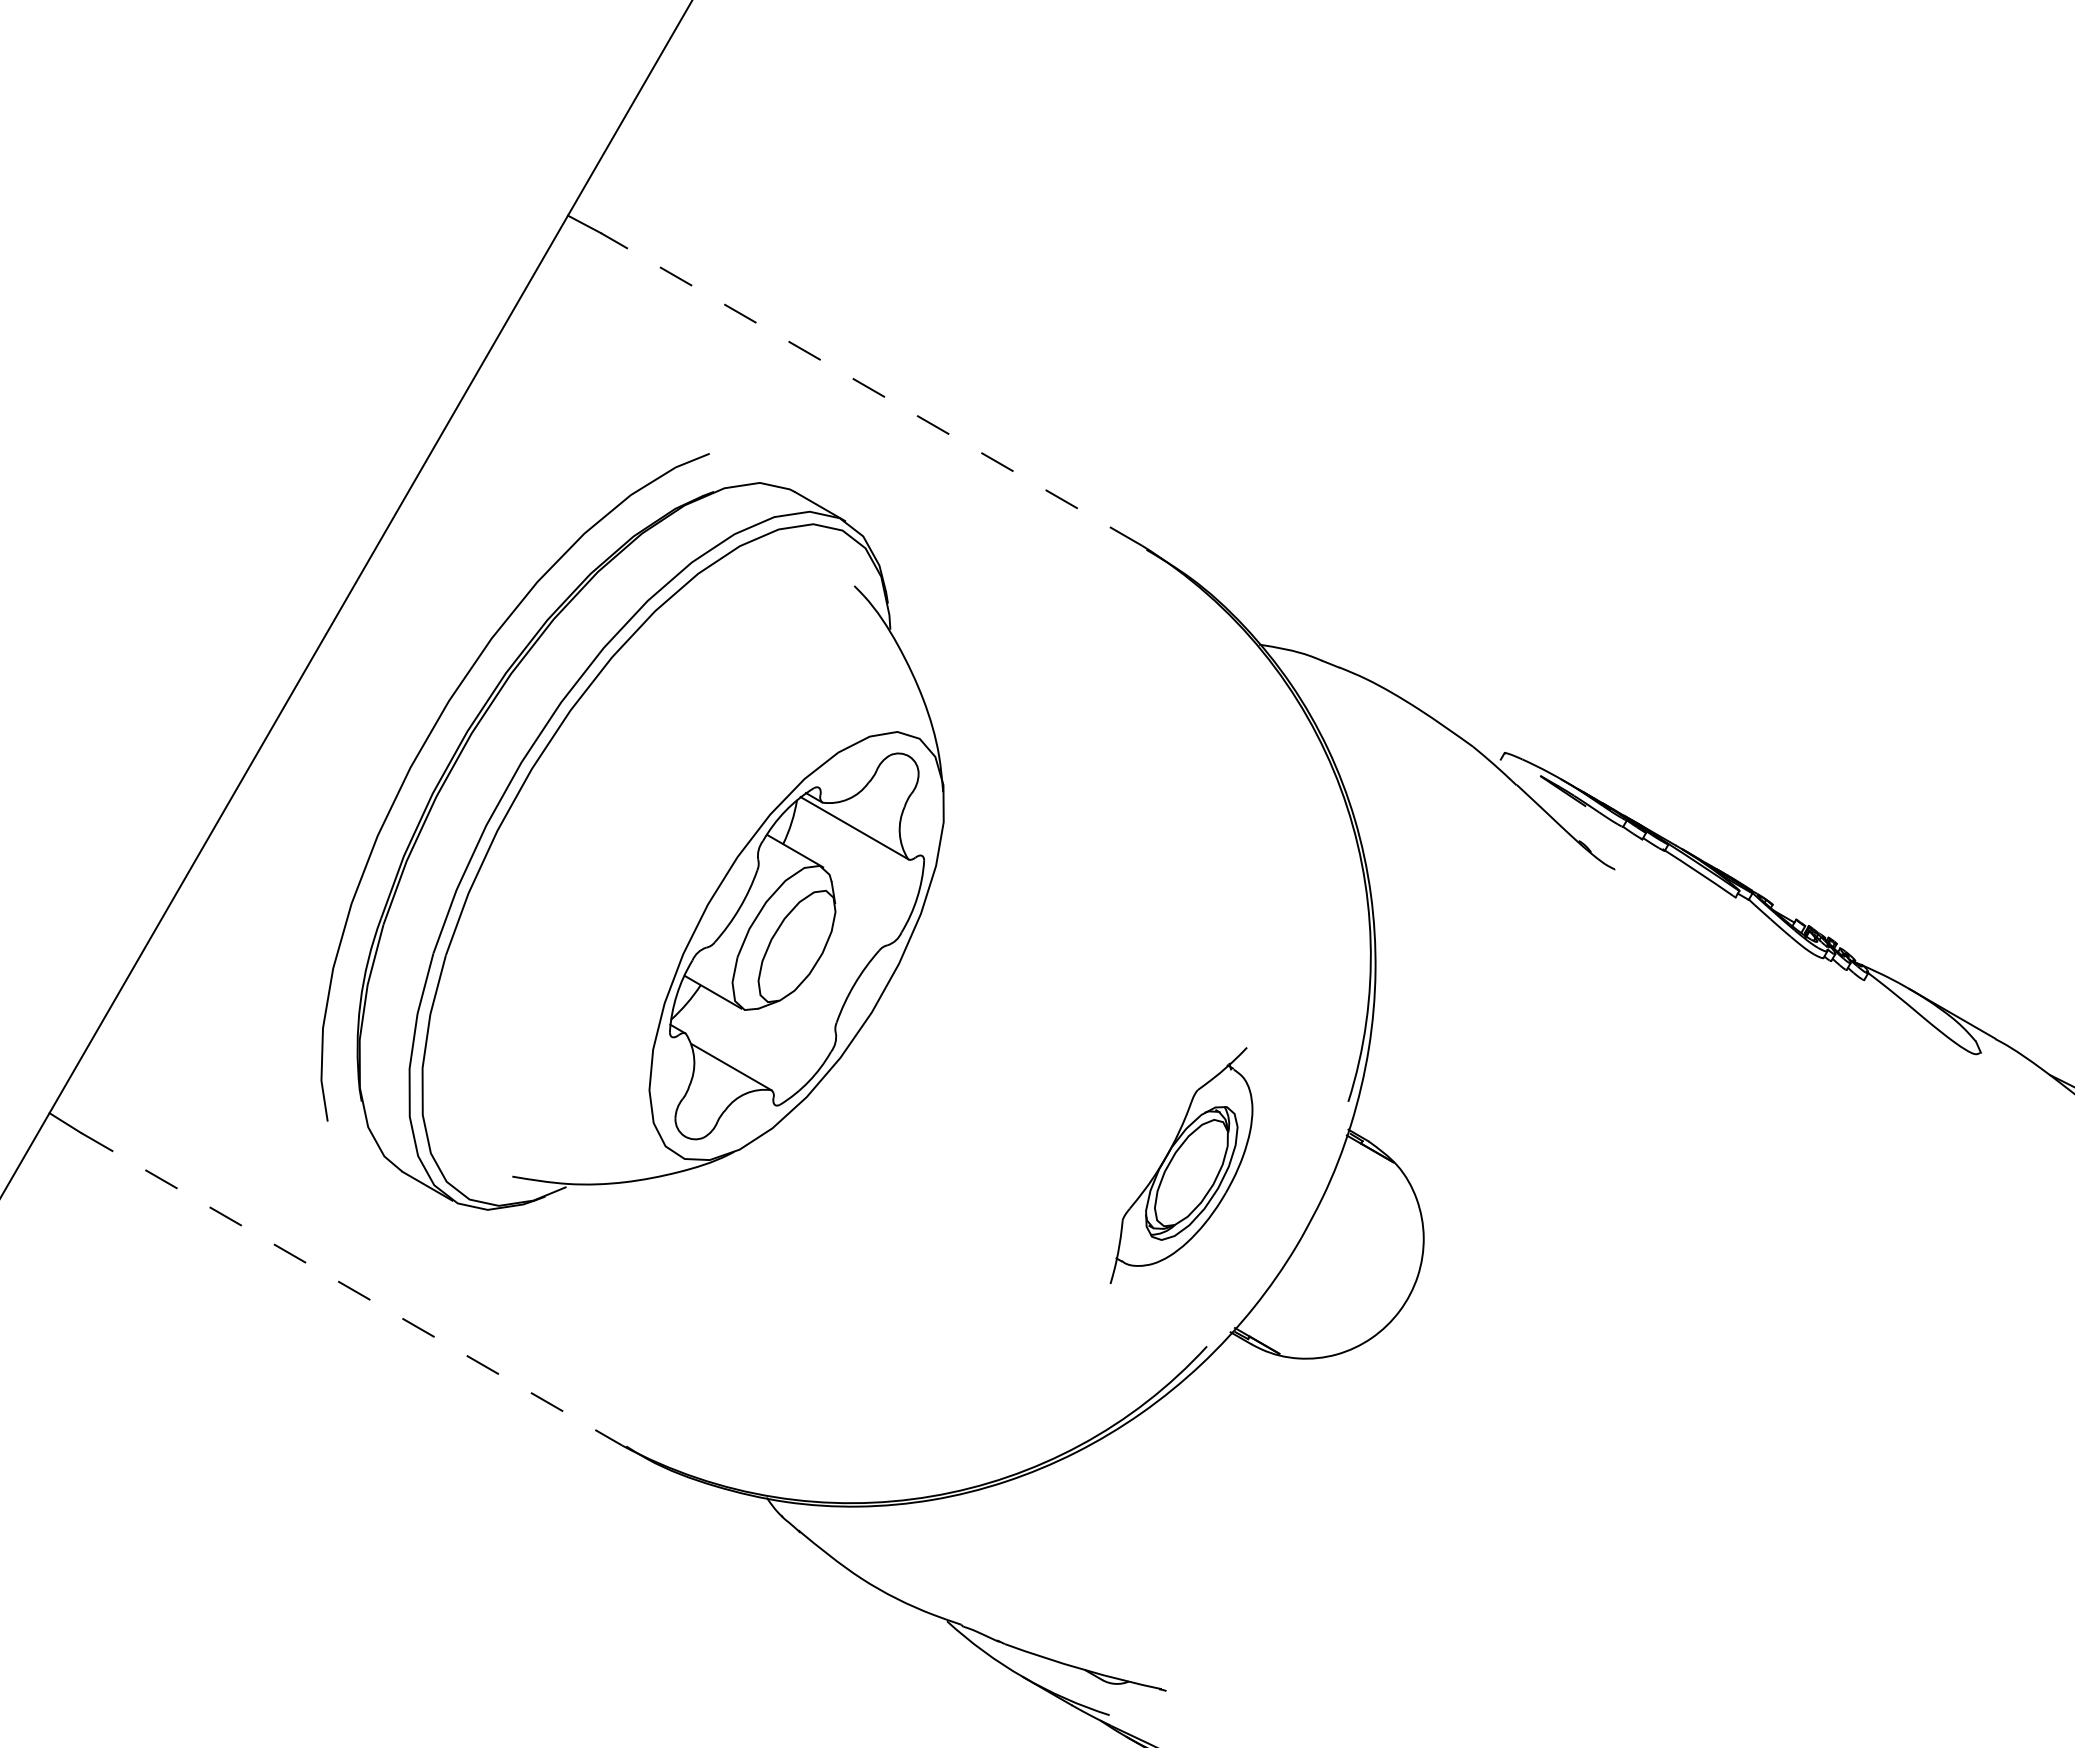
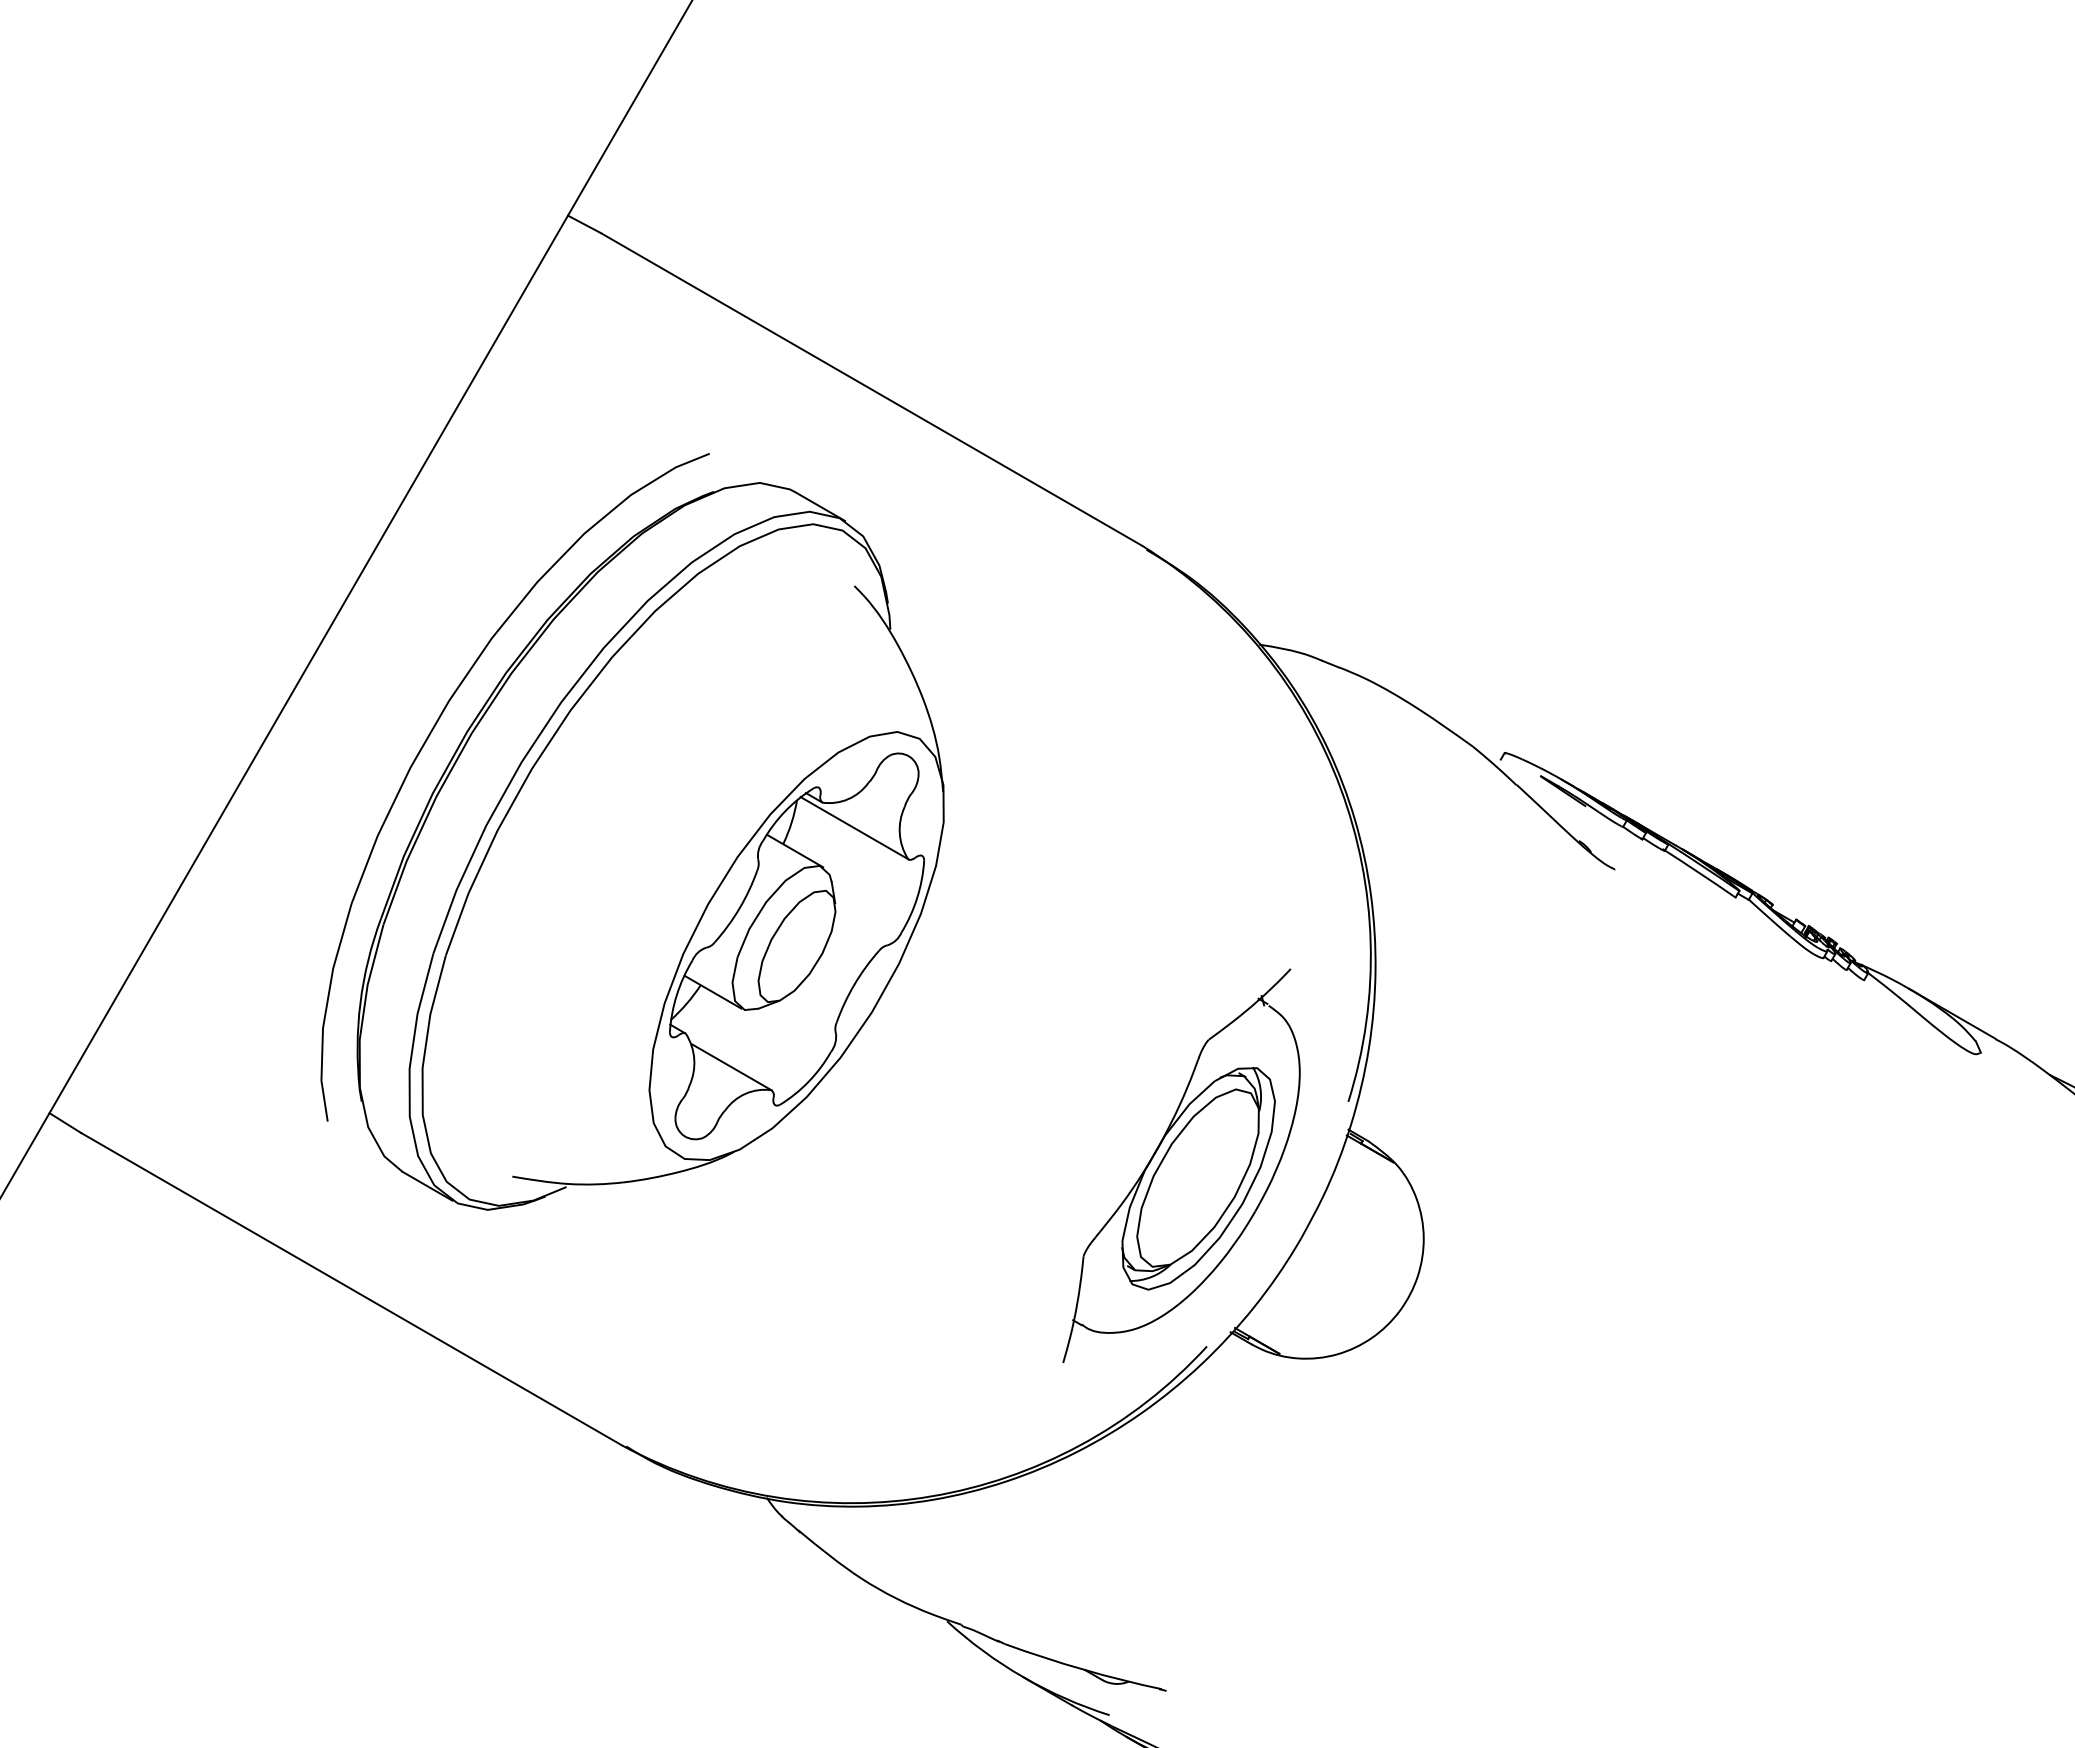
line at (871, 389): dashed -> solid
part at (1181, 1165) size: 145x237 px -> 239x395 px
line at (352, 1289): dashed -> solid
